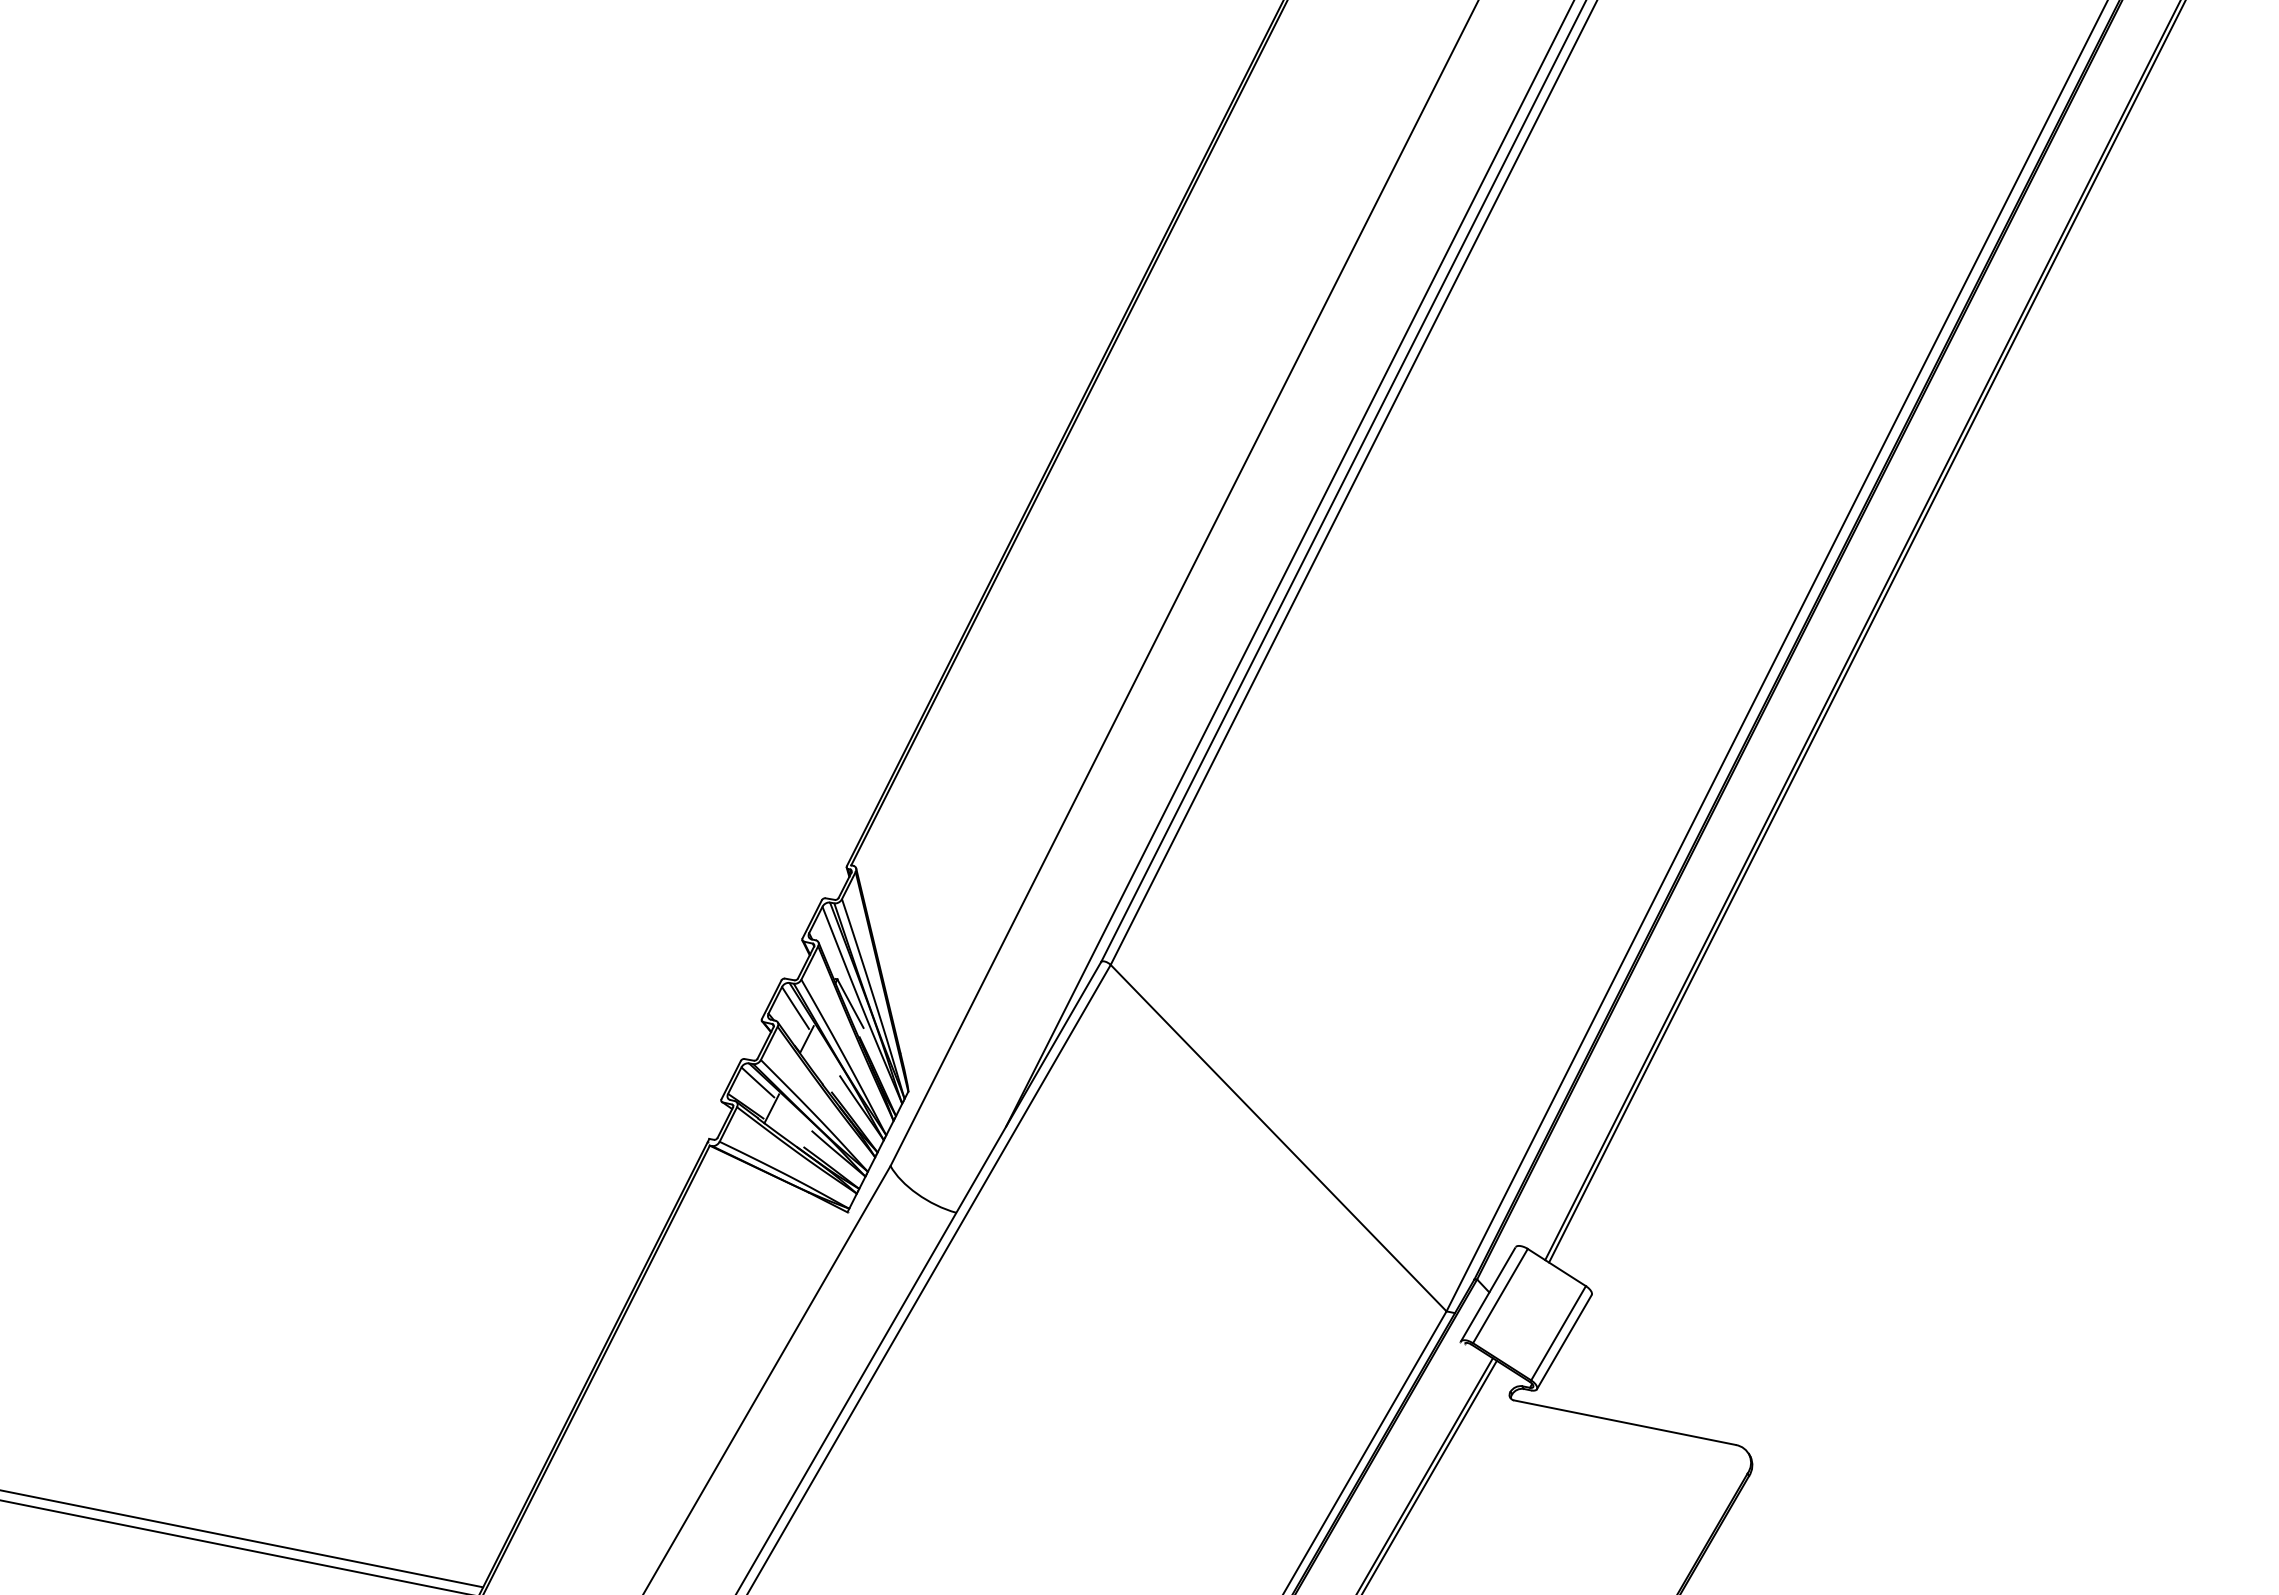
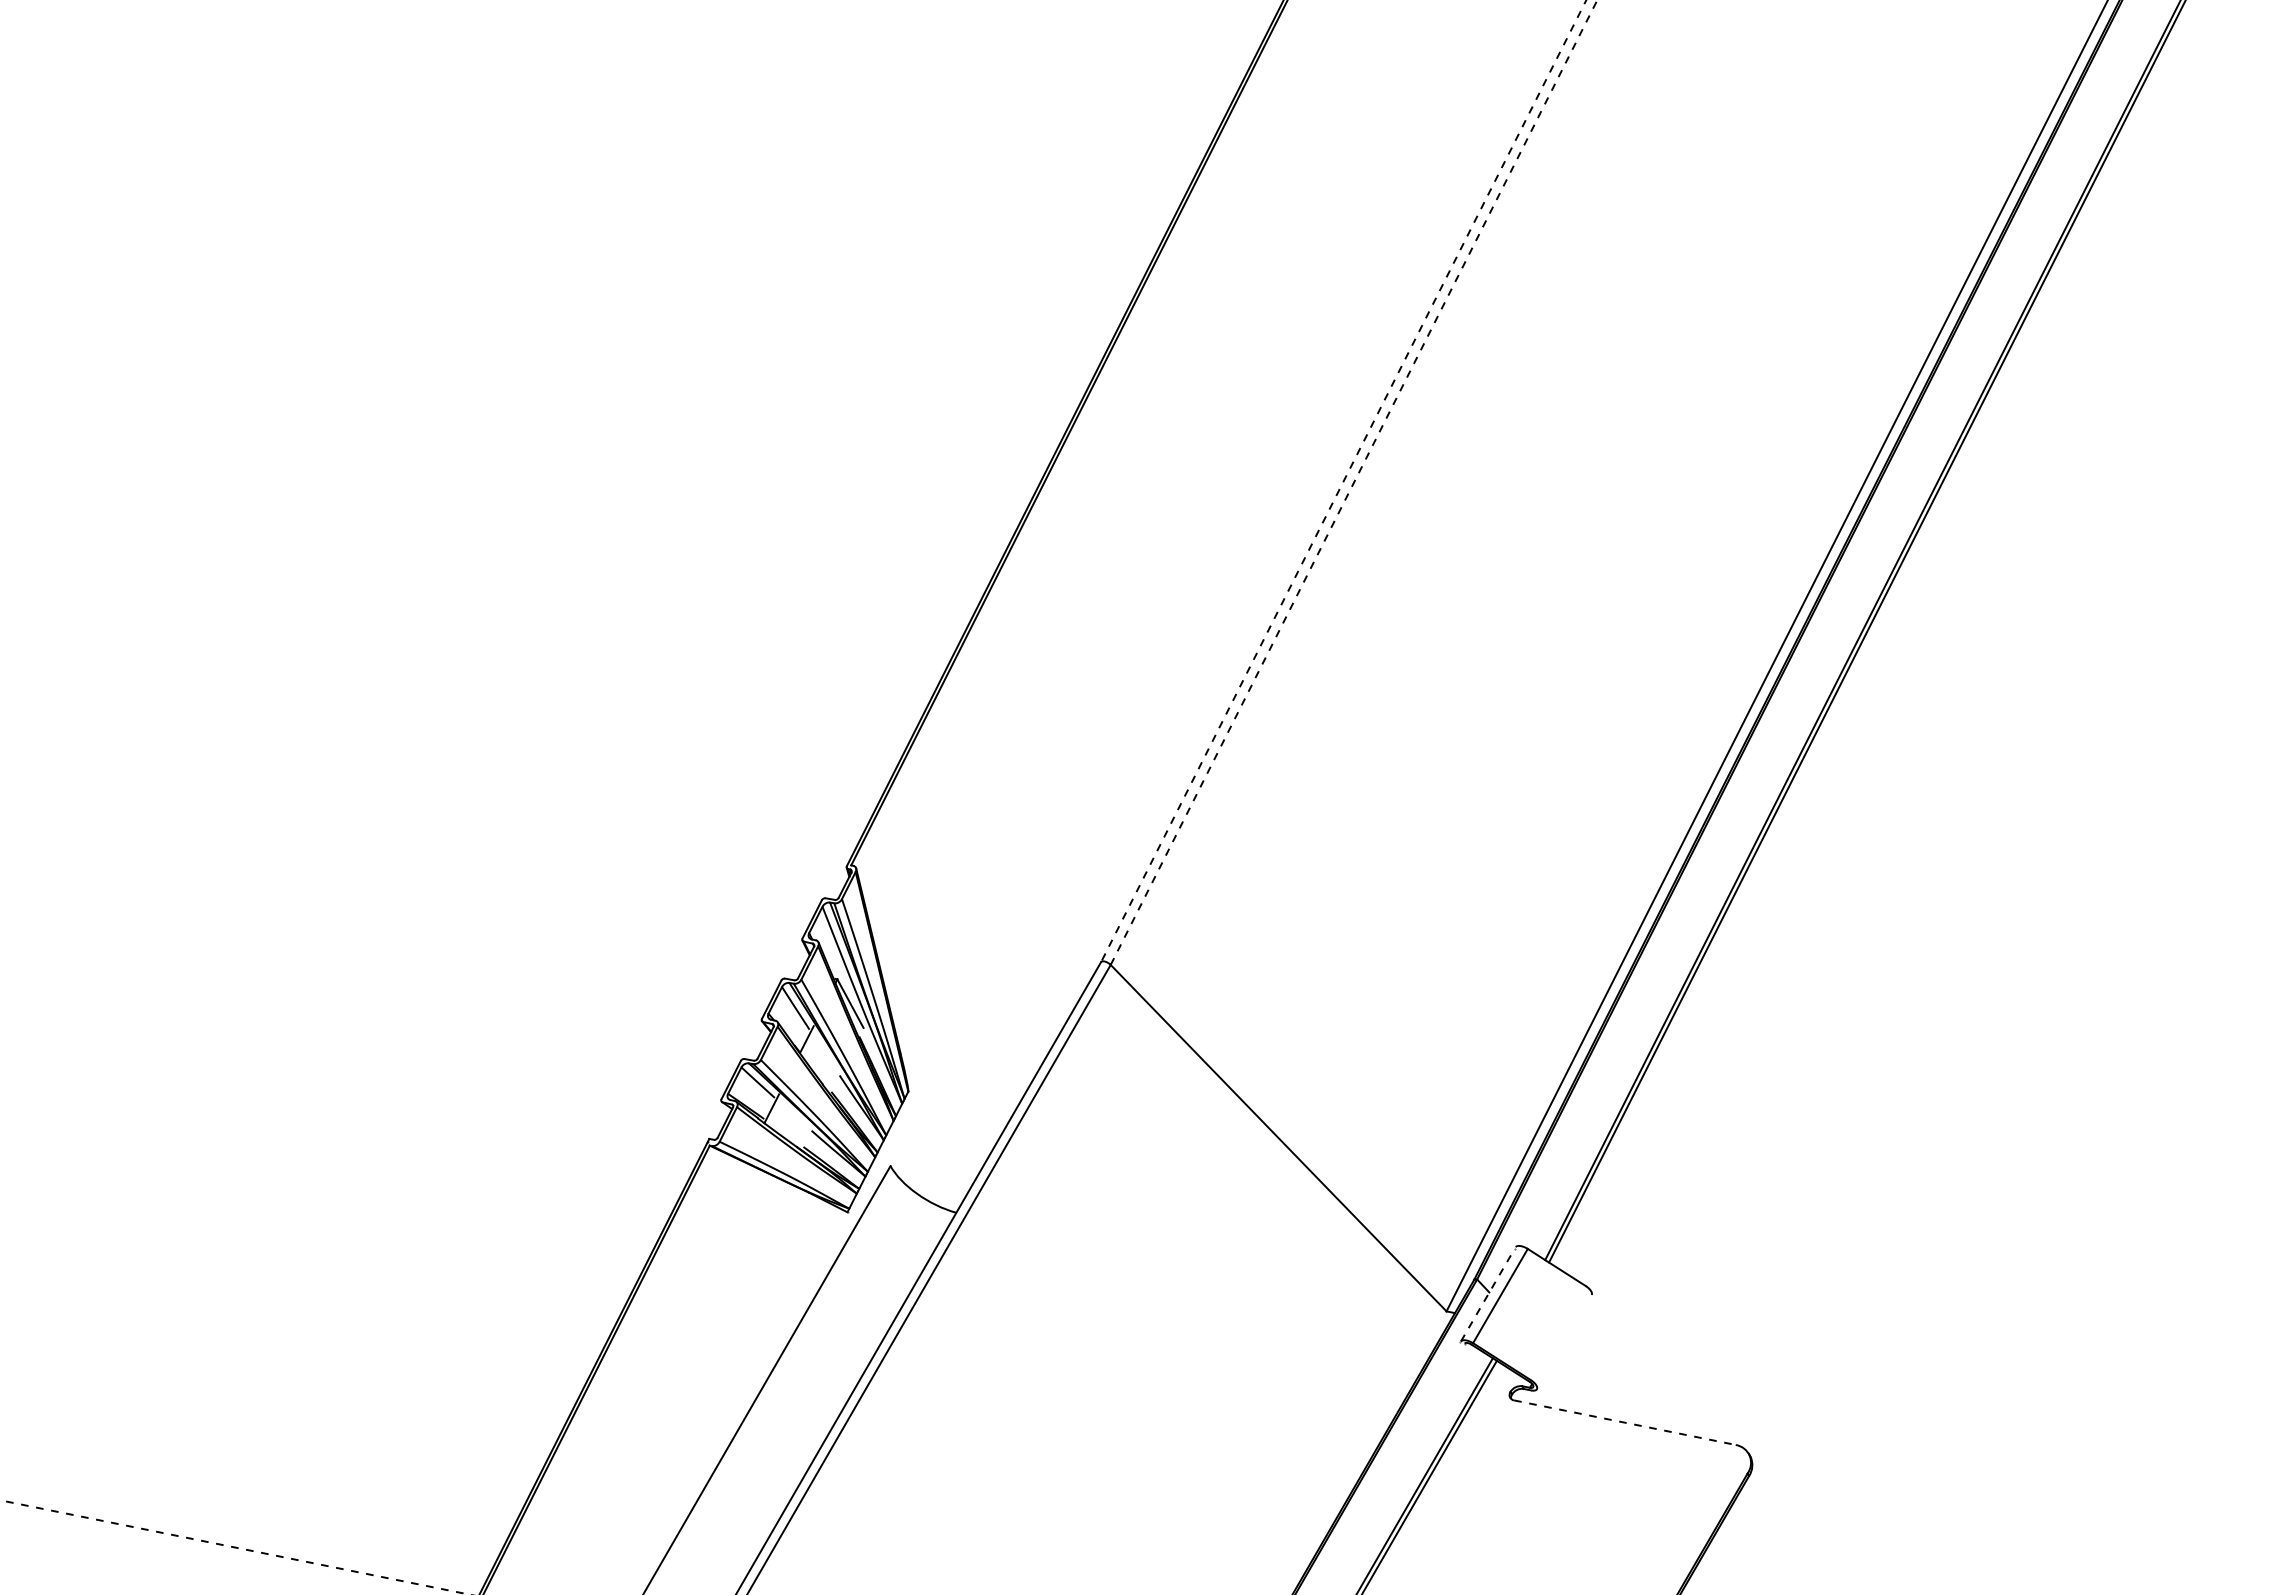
line at (1343, 481): solid -> dashed
line at (1353, 482): solid -> dashed
line at (1289, 564): present -> none
line at (1183, 584): present -> none
line at (1488, 1294): solid -> dashed
line at (1558, 1333): present -> none
line at (1563, 1342): present -> none
line at (1625, 1422): solid -> dashed
line at (1365, 1451): present -> none
line at (242, 1538): present -> none
line at (235, 1547): solid -> dashed
